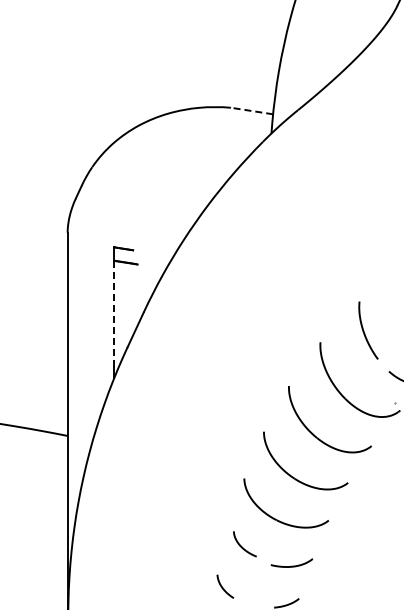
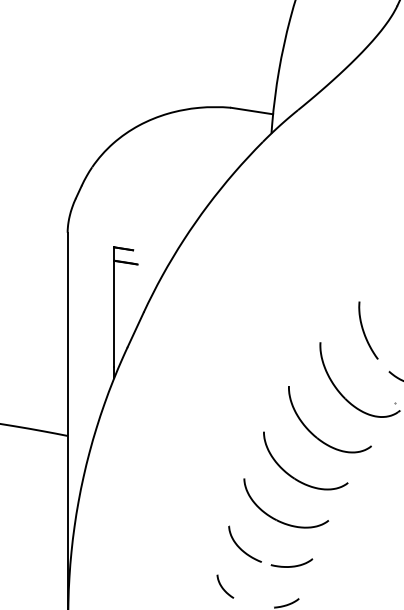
line at (251, 110): dashed -> solid
line at (114, 313): dashed -> solid
part at (244, 544) size: 24x27 px -> 34x38 px
